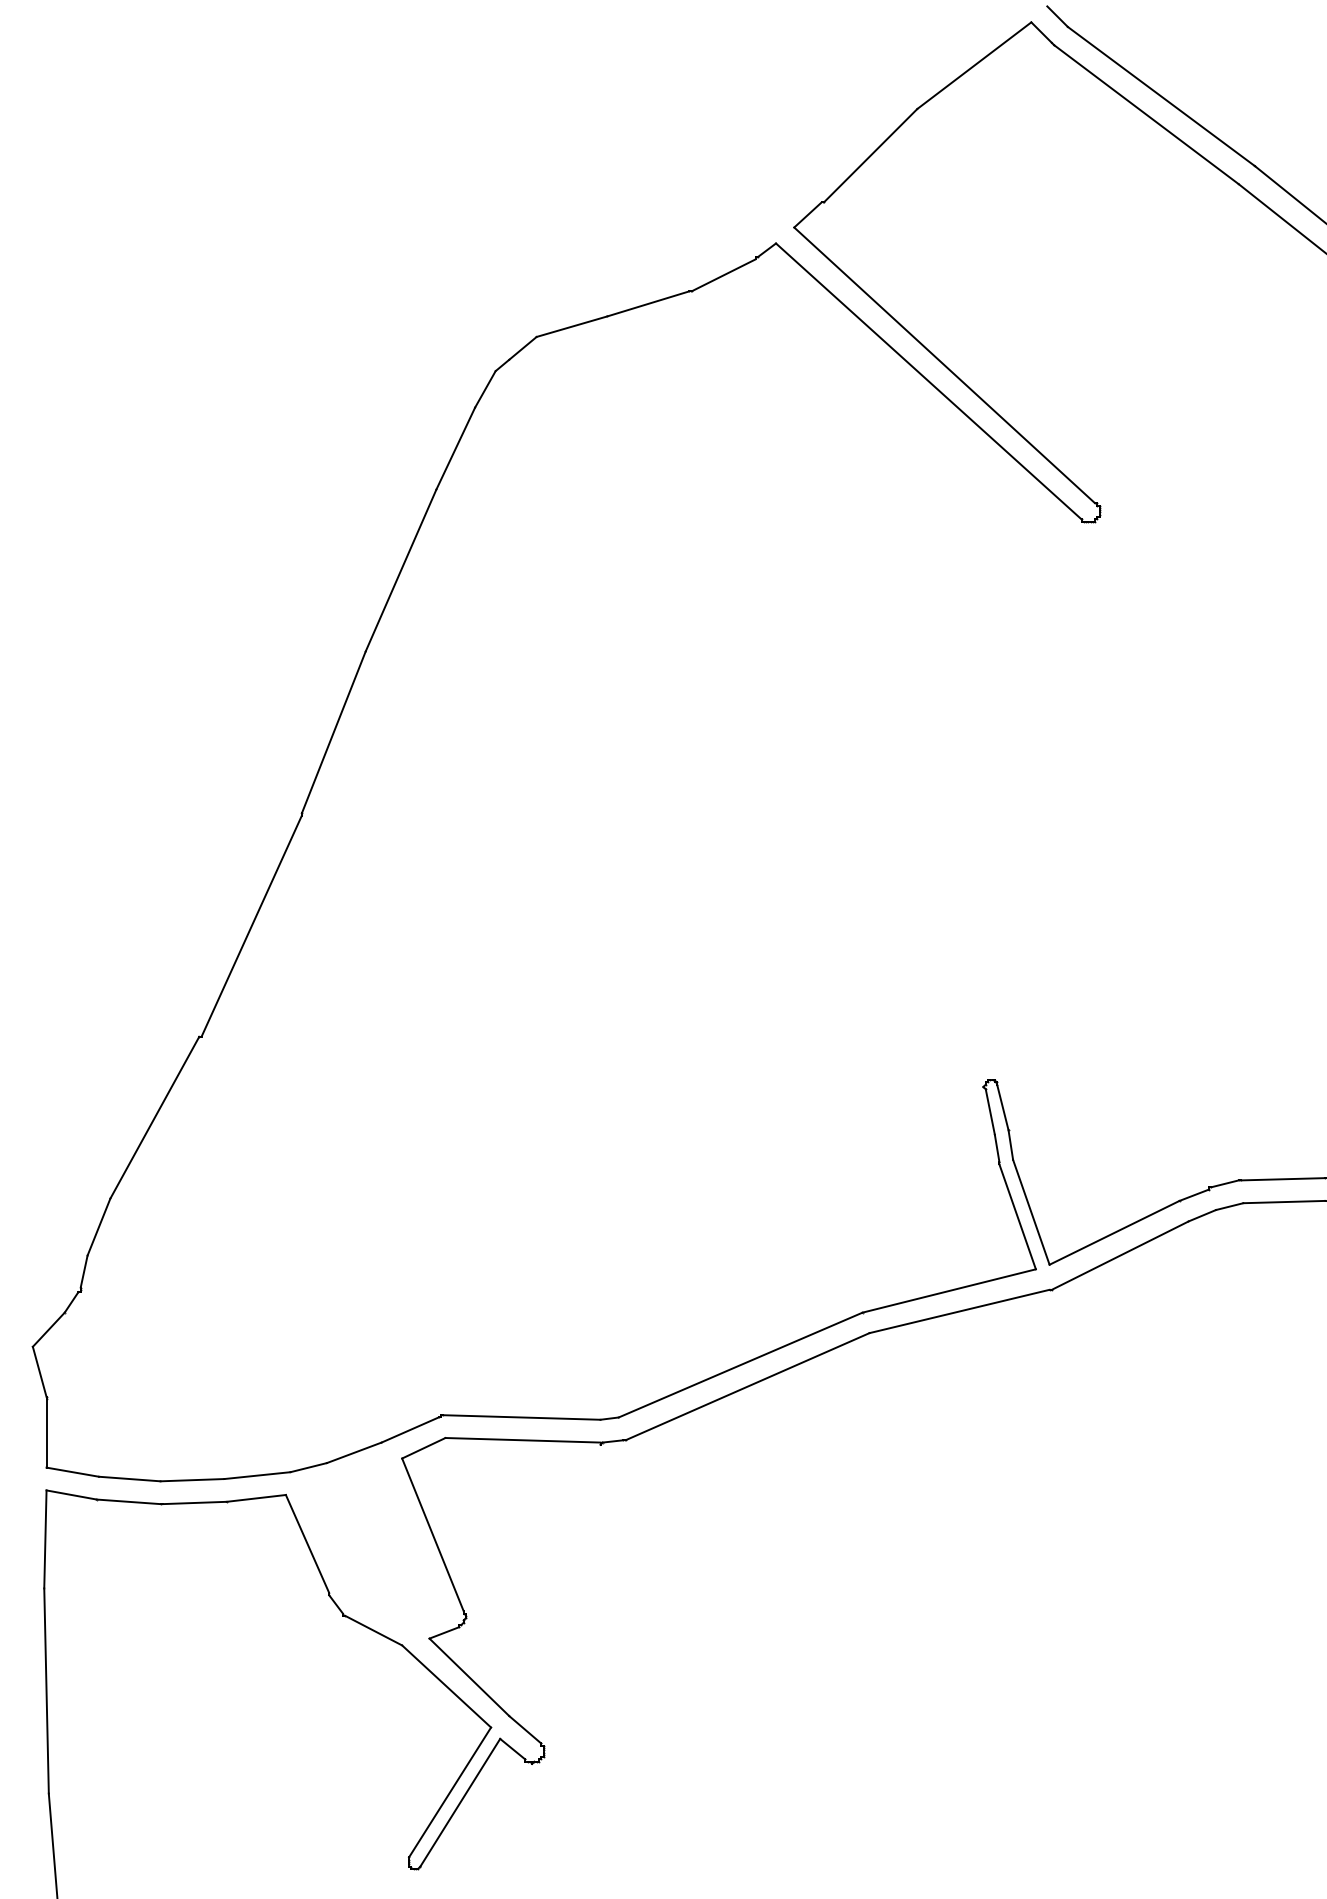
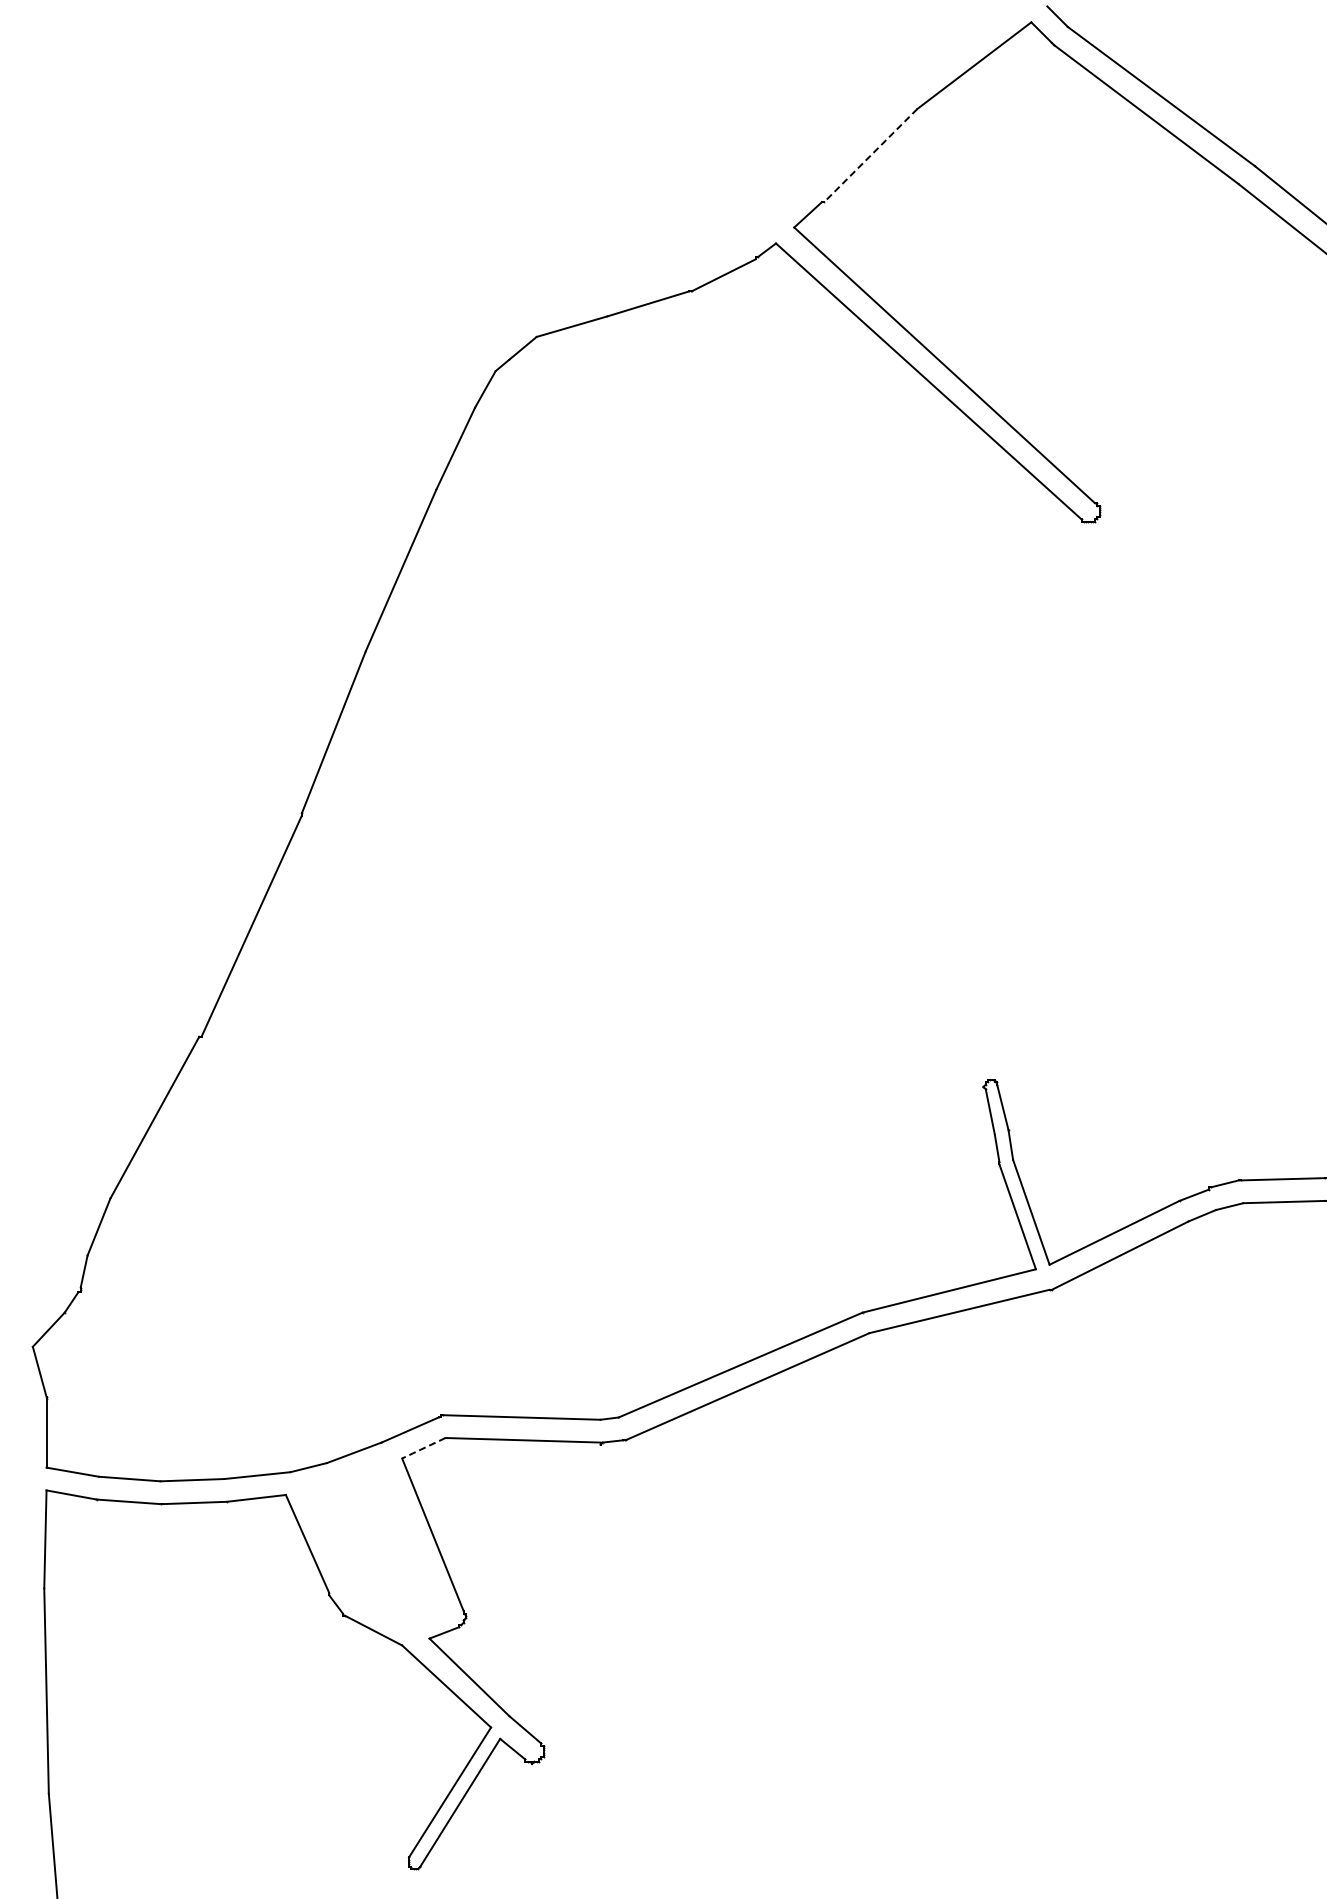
line at (870, 156): solid -> dashed
line at (423, 1448): solid -> dashed
